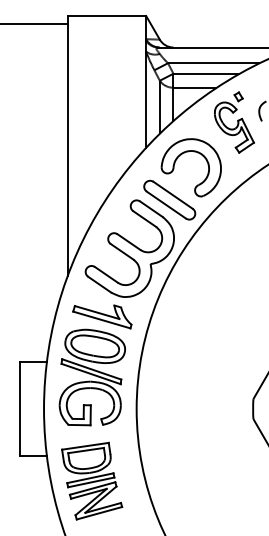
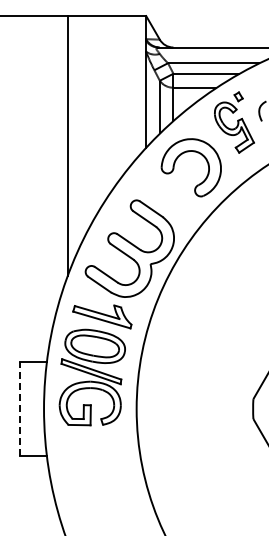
line at (34, 23) position: (34, 23) -> (34, 15)
part at (169, 199): present -> none
line at (20, 408): solid -> dashed
part at (92, 480): present -> none
